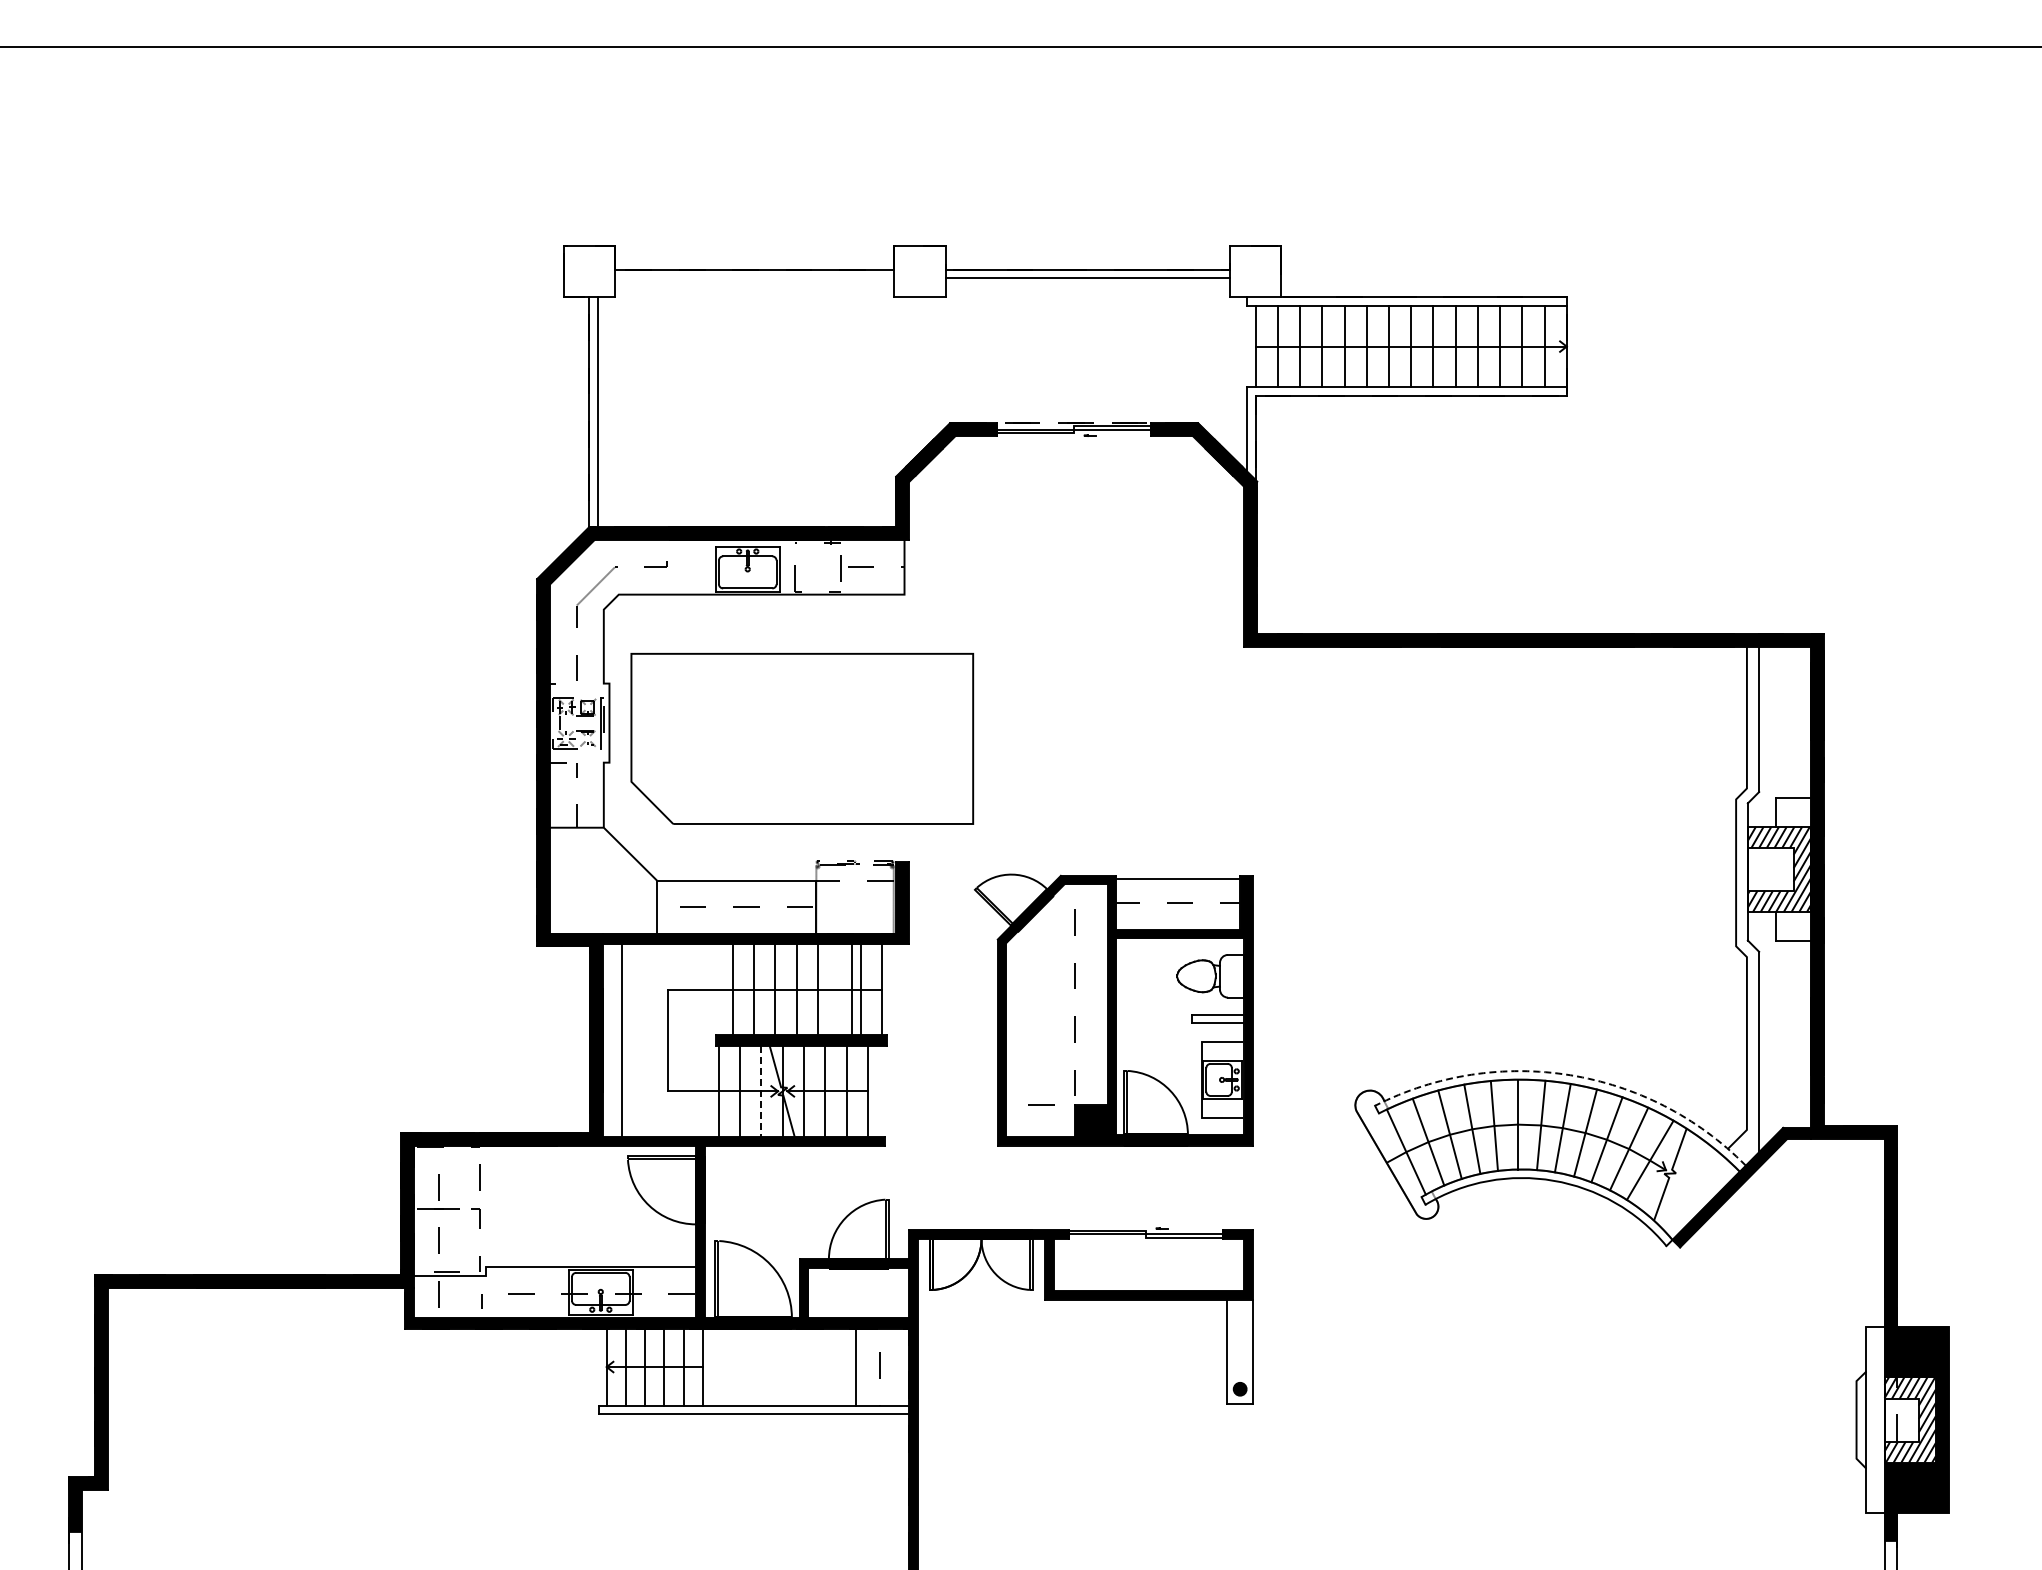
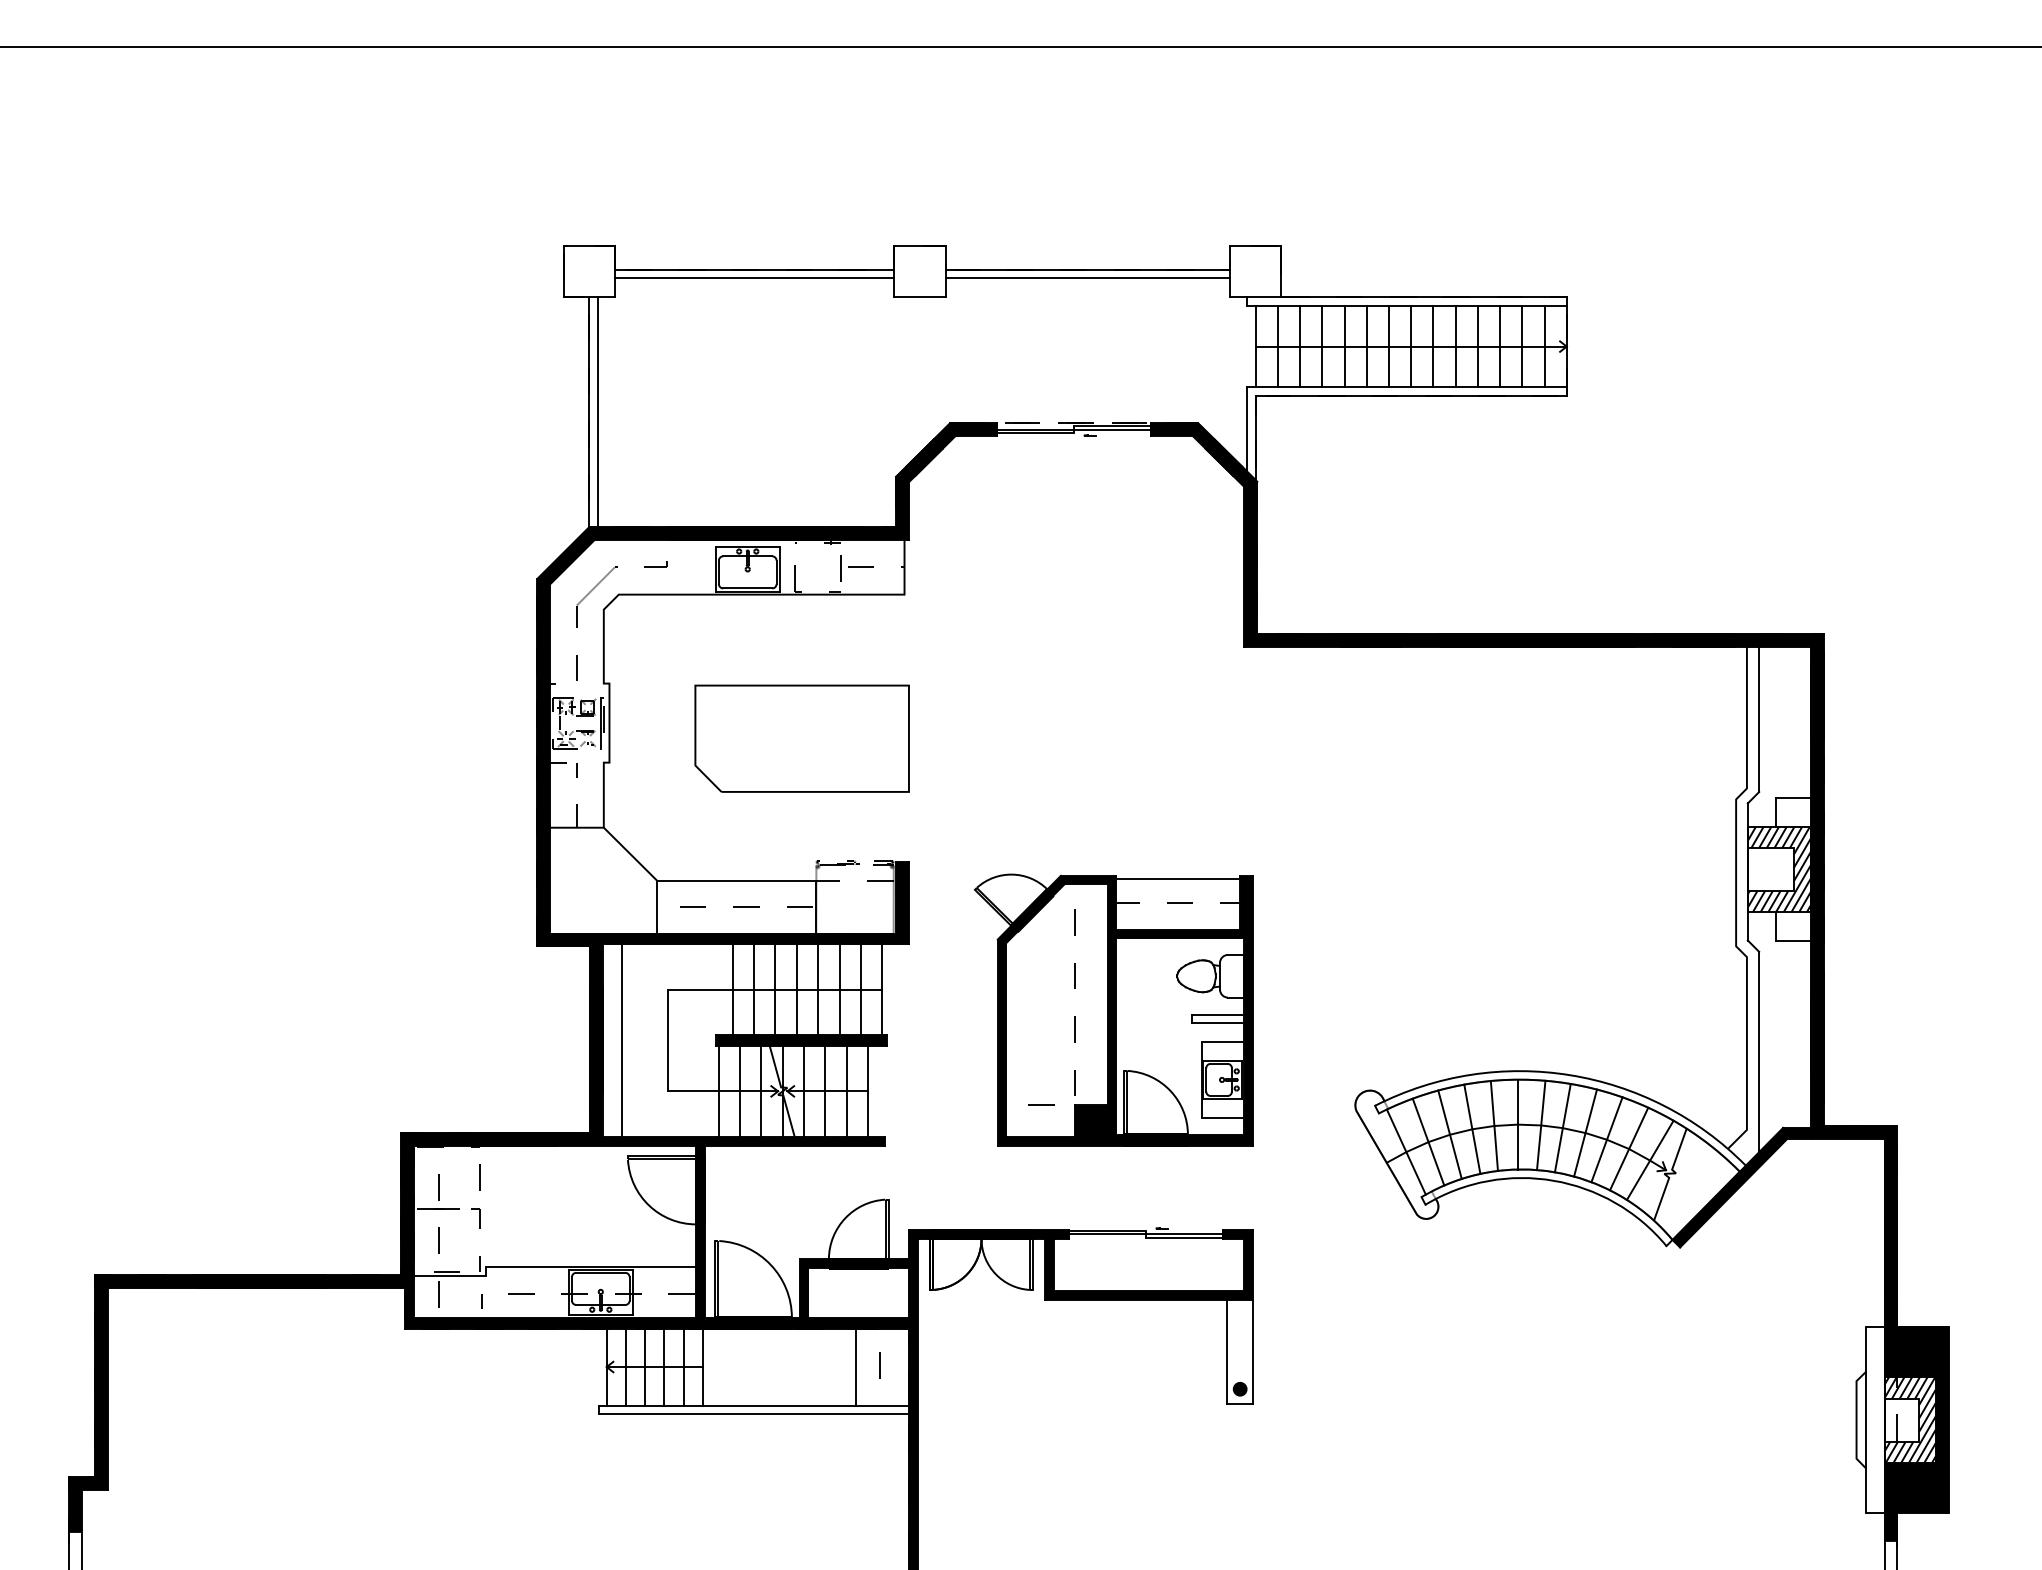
line at (754, 278): none -> present
part at (802, 738) size: 345x172 px -> 216x109 px
line at (851, 989) position: (851, 989) -> (839, 989)
arc at (1570, 1075): dashed -> solid
line at (761, 1091): dashed -> solid
